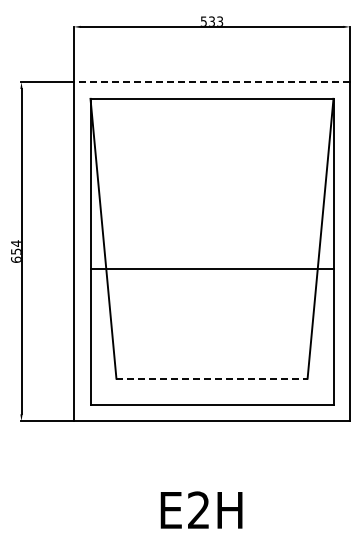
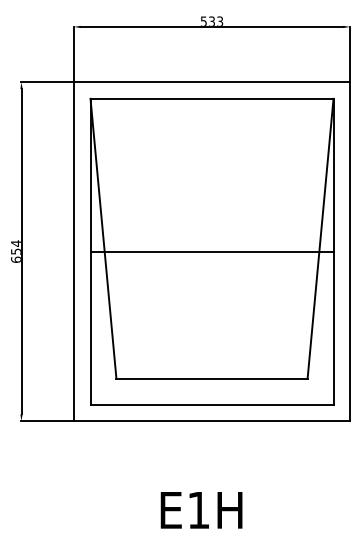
line at (211, 82): dashed -> solid
line at (211, 268) position: (211, 268) -> (211, 251)
line at (212, 378): dashed -> solid
text at (198, 509): E2H -> E1H
